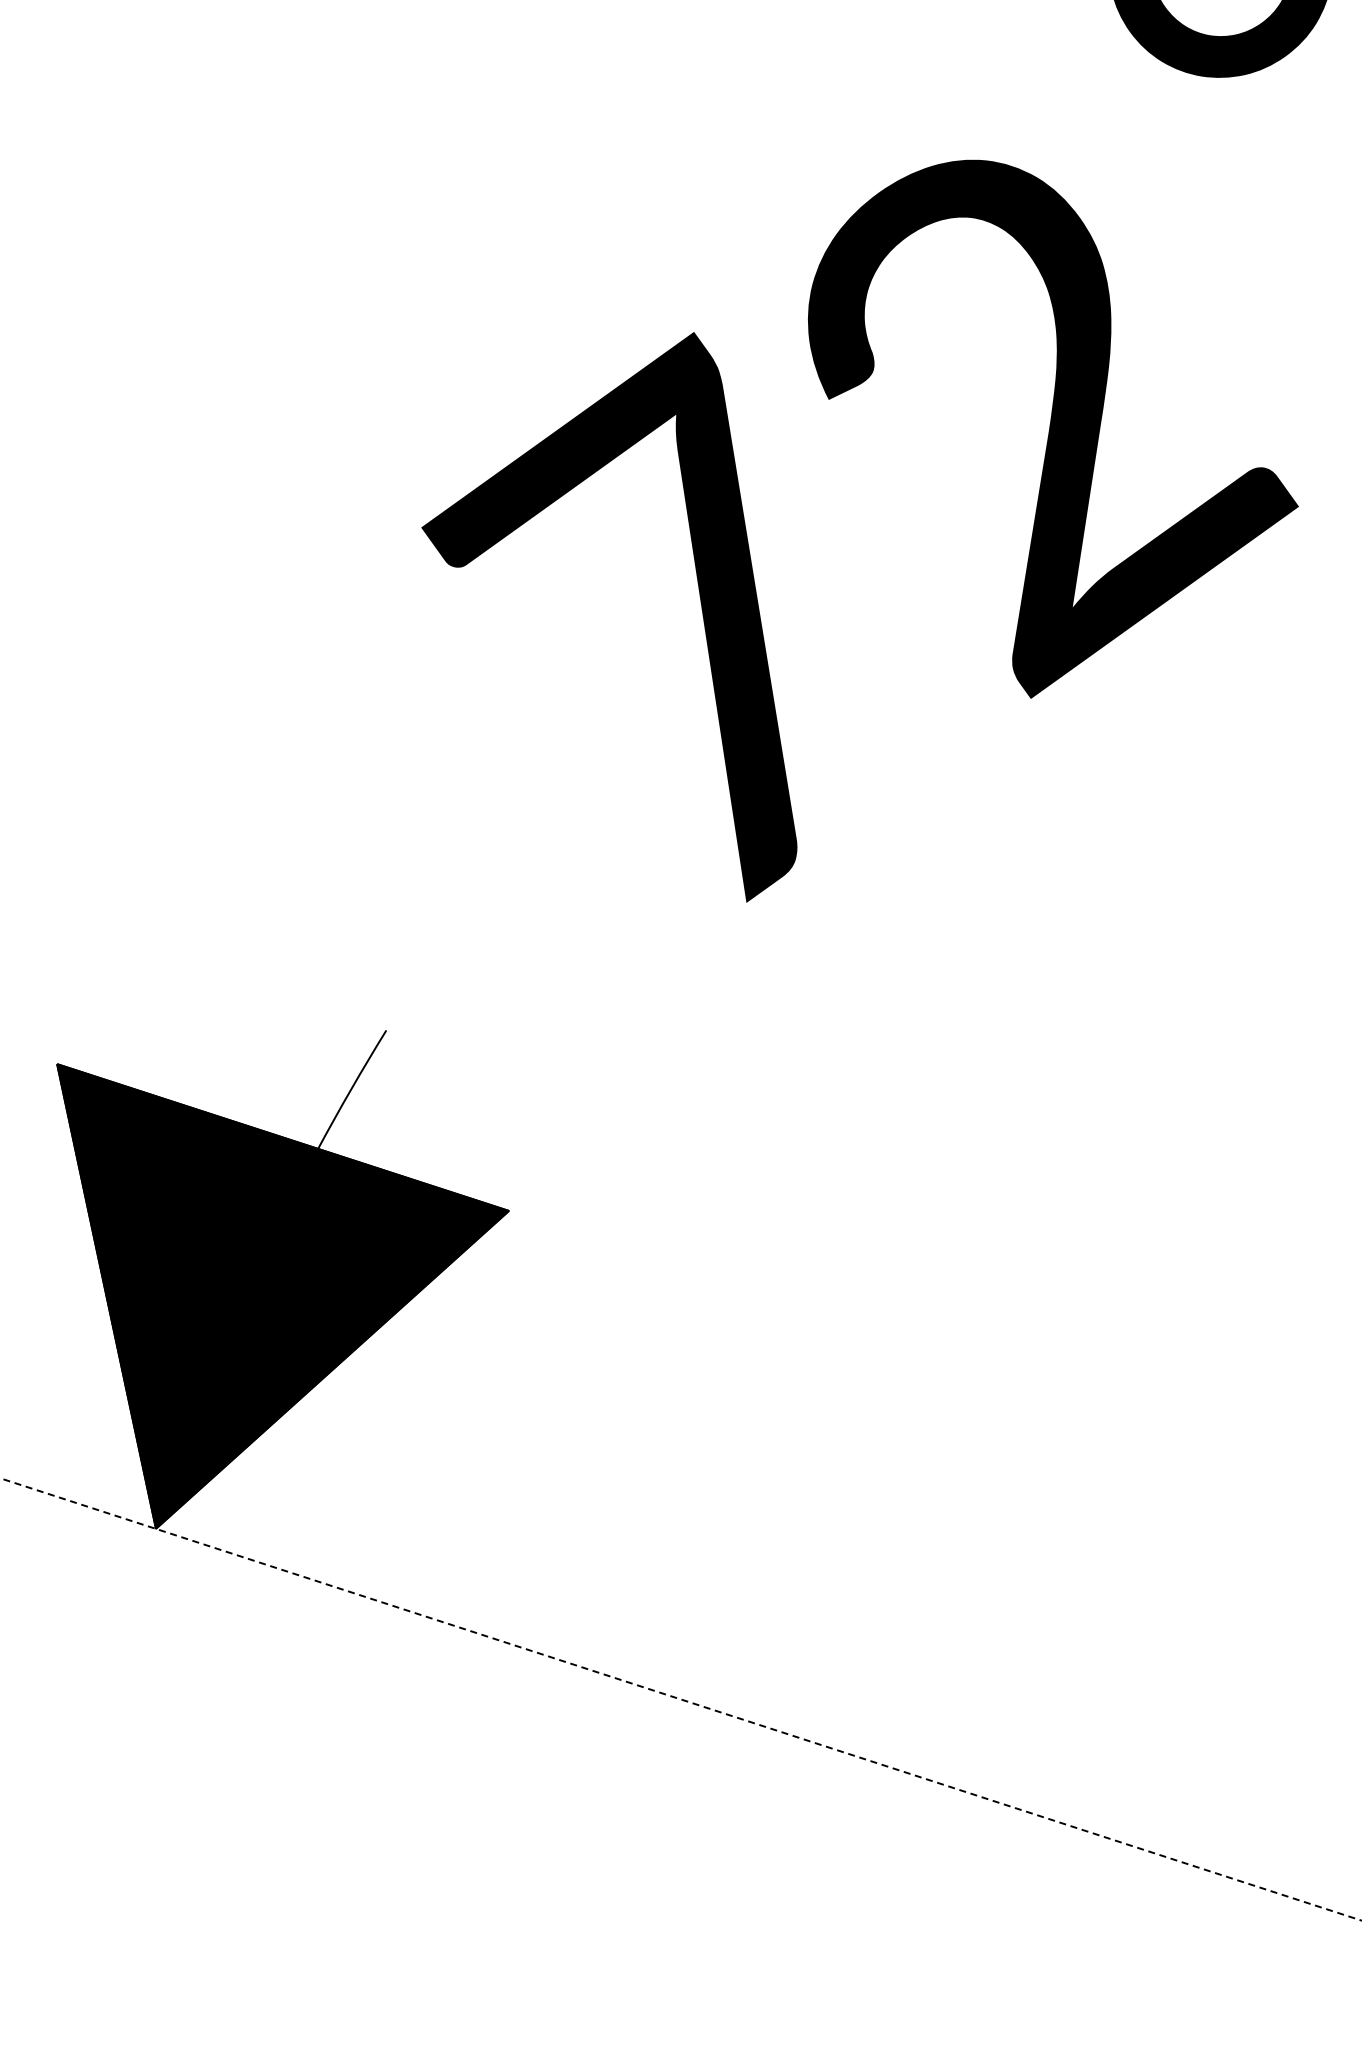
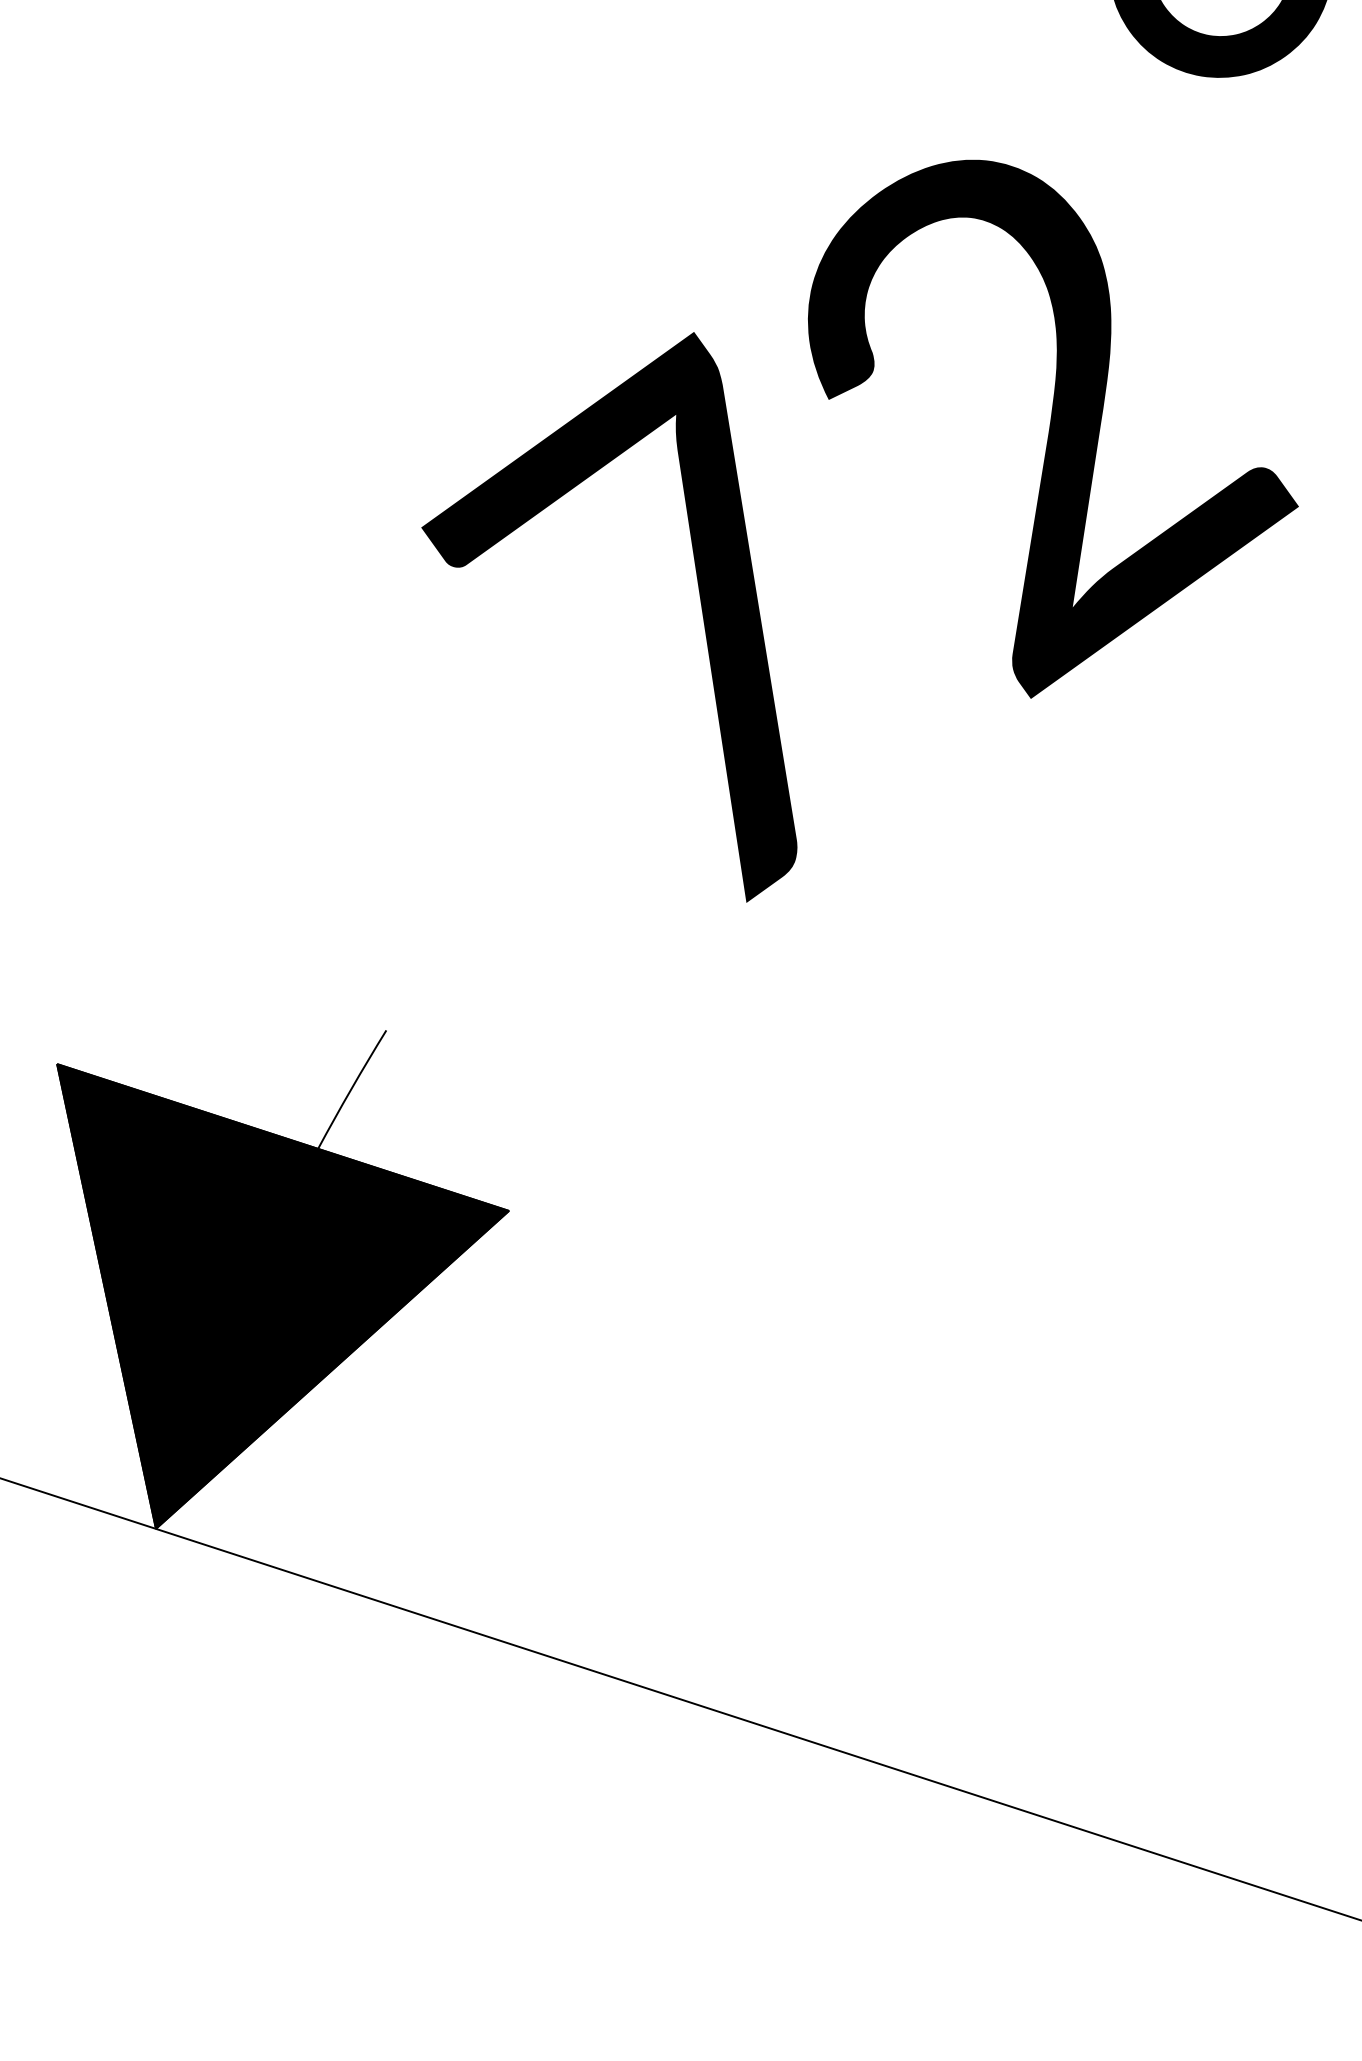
line at (680, 1699): dashed -> solid
